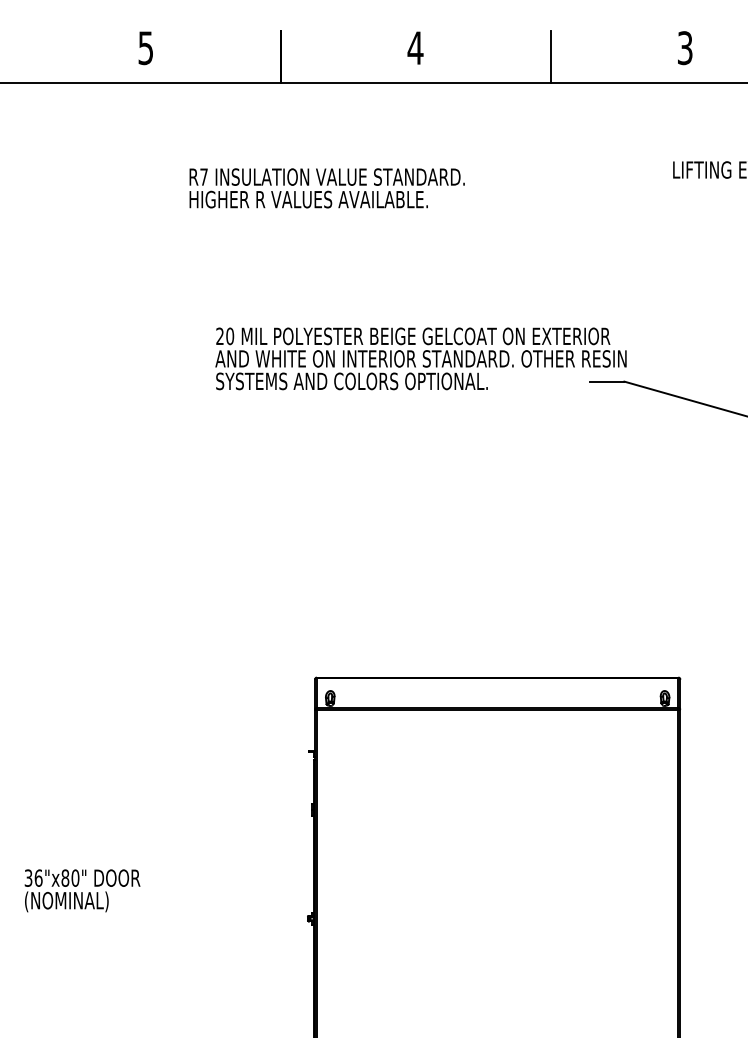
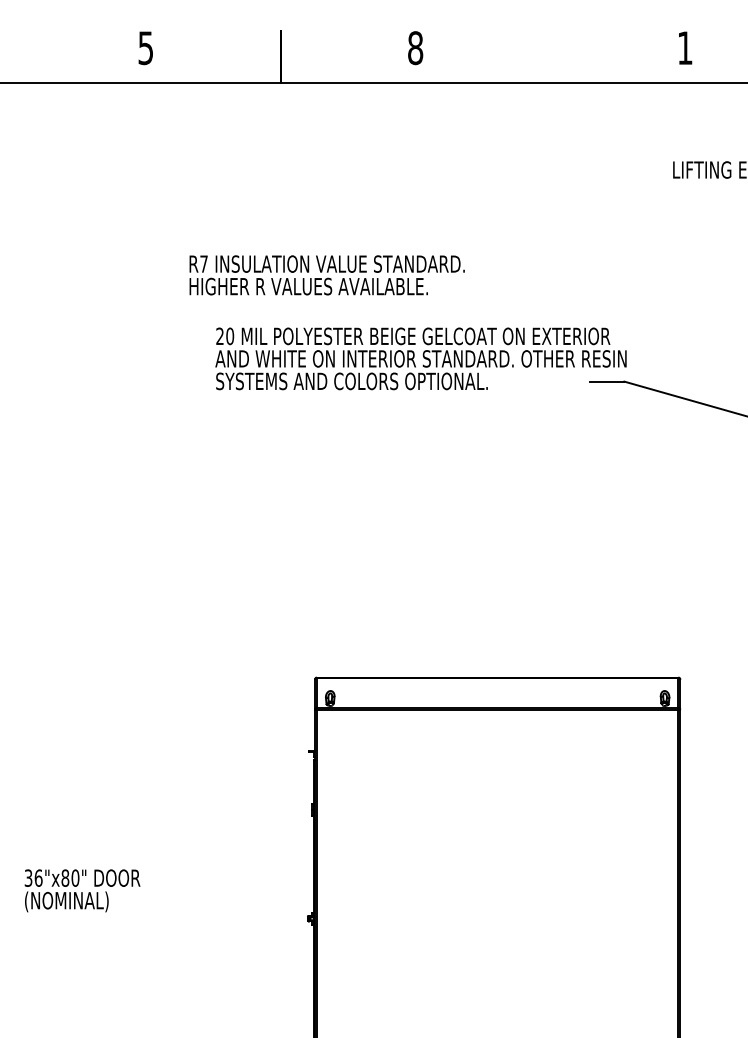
text at (415, 48): 4 -> 8
text at (685, 48): 3 -> 1
line at (550, 56): present -> none
text at (326, 188) position: (326, 188) -> (326, 275)
